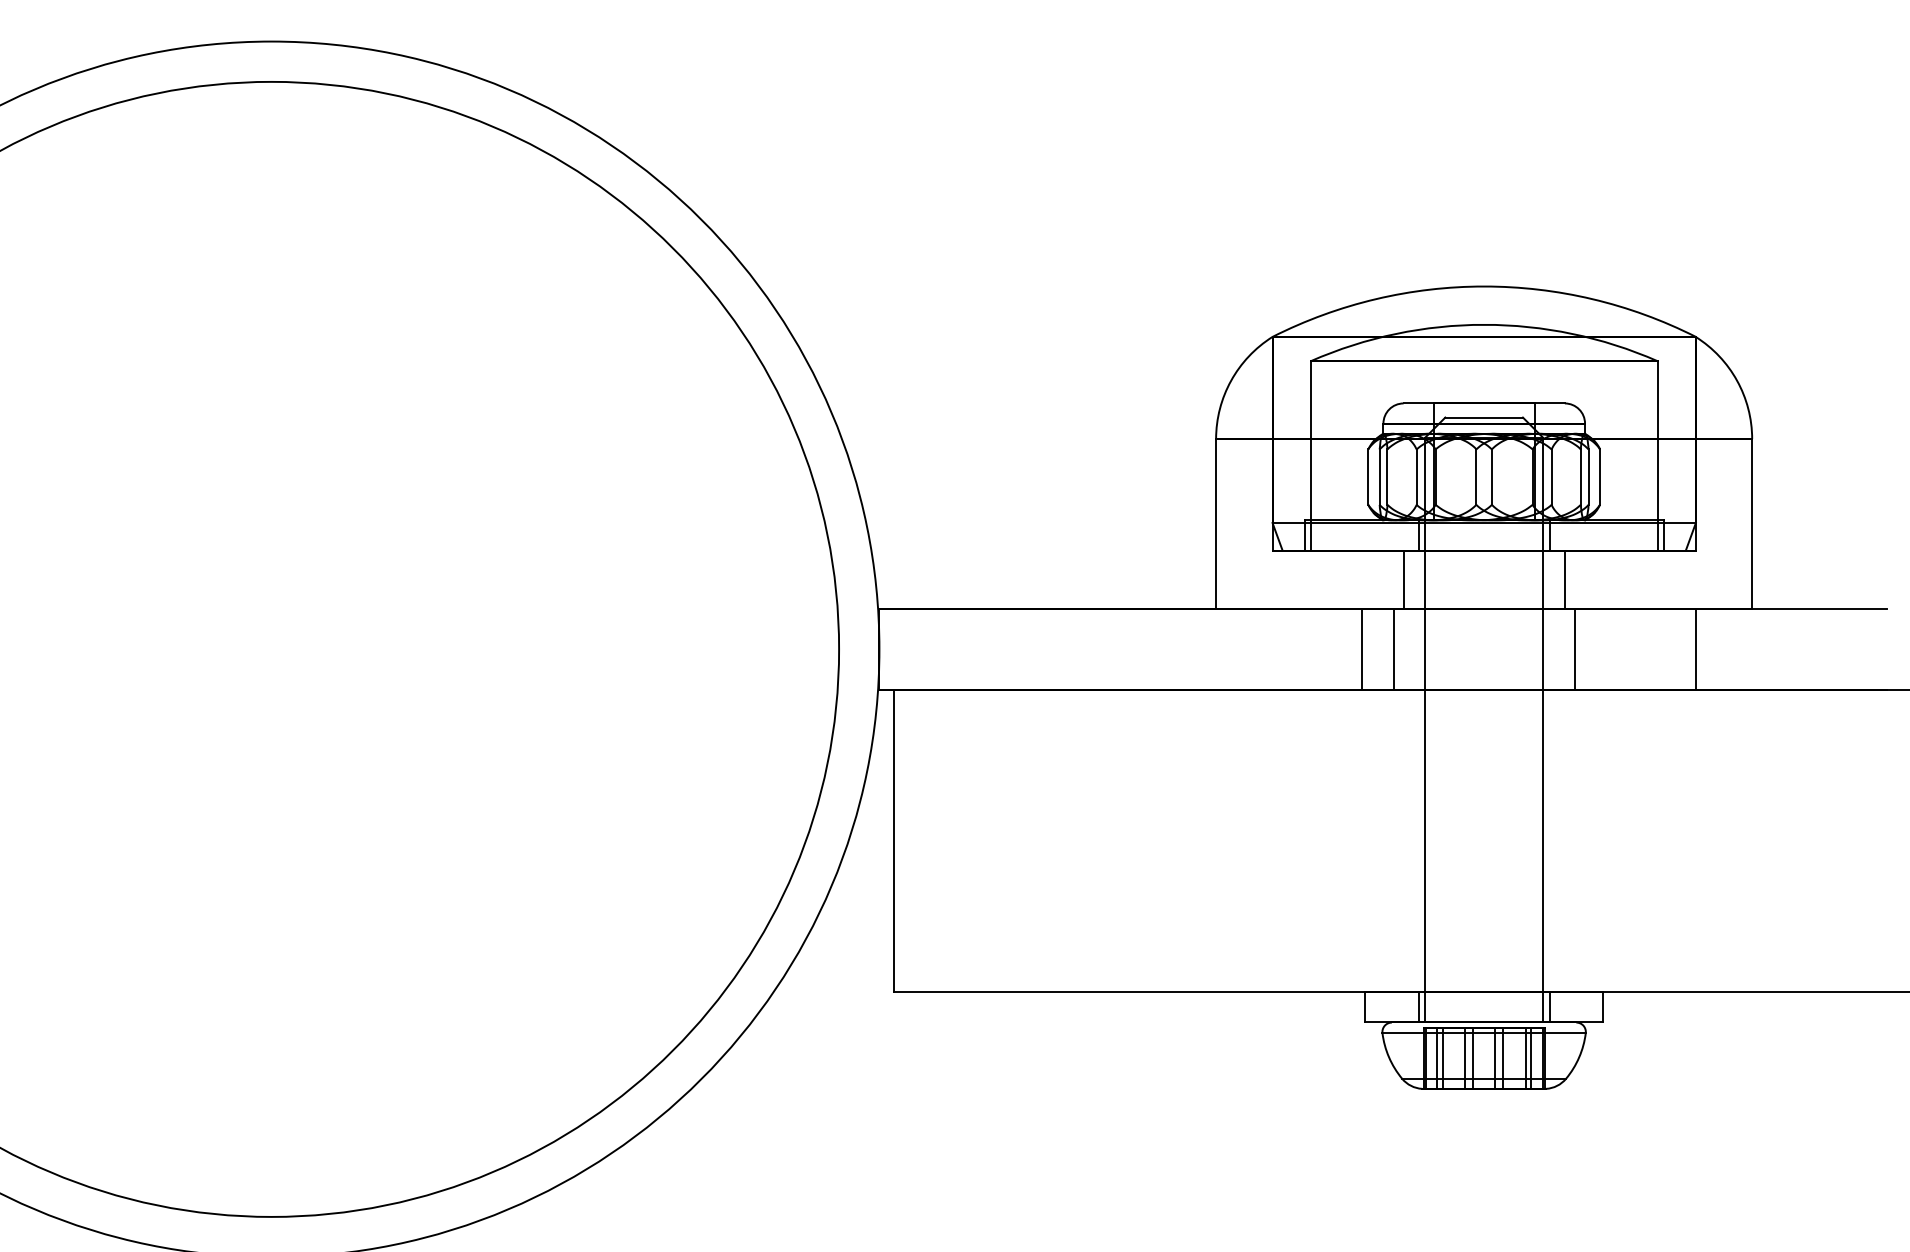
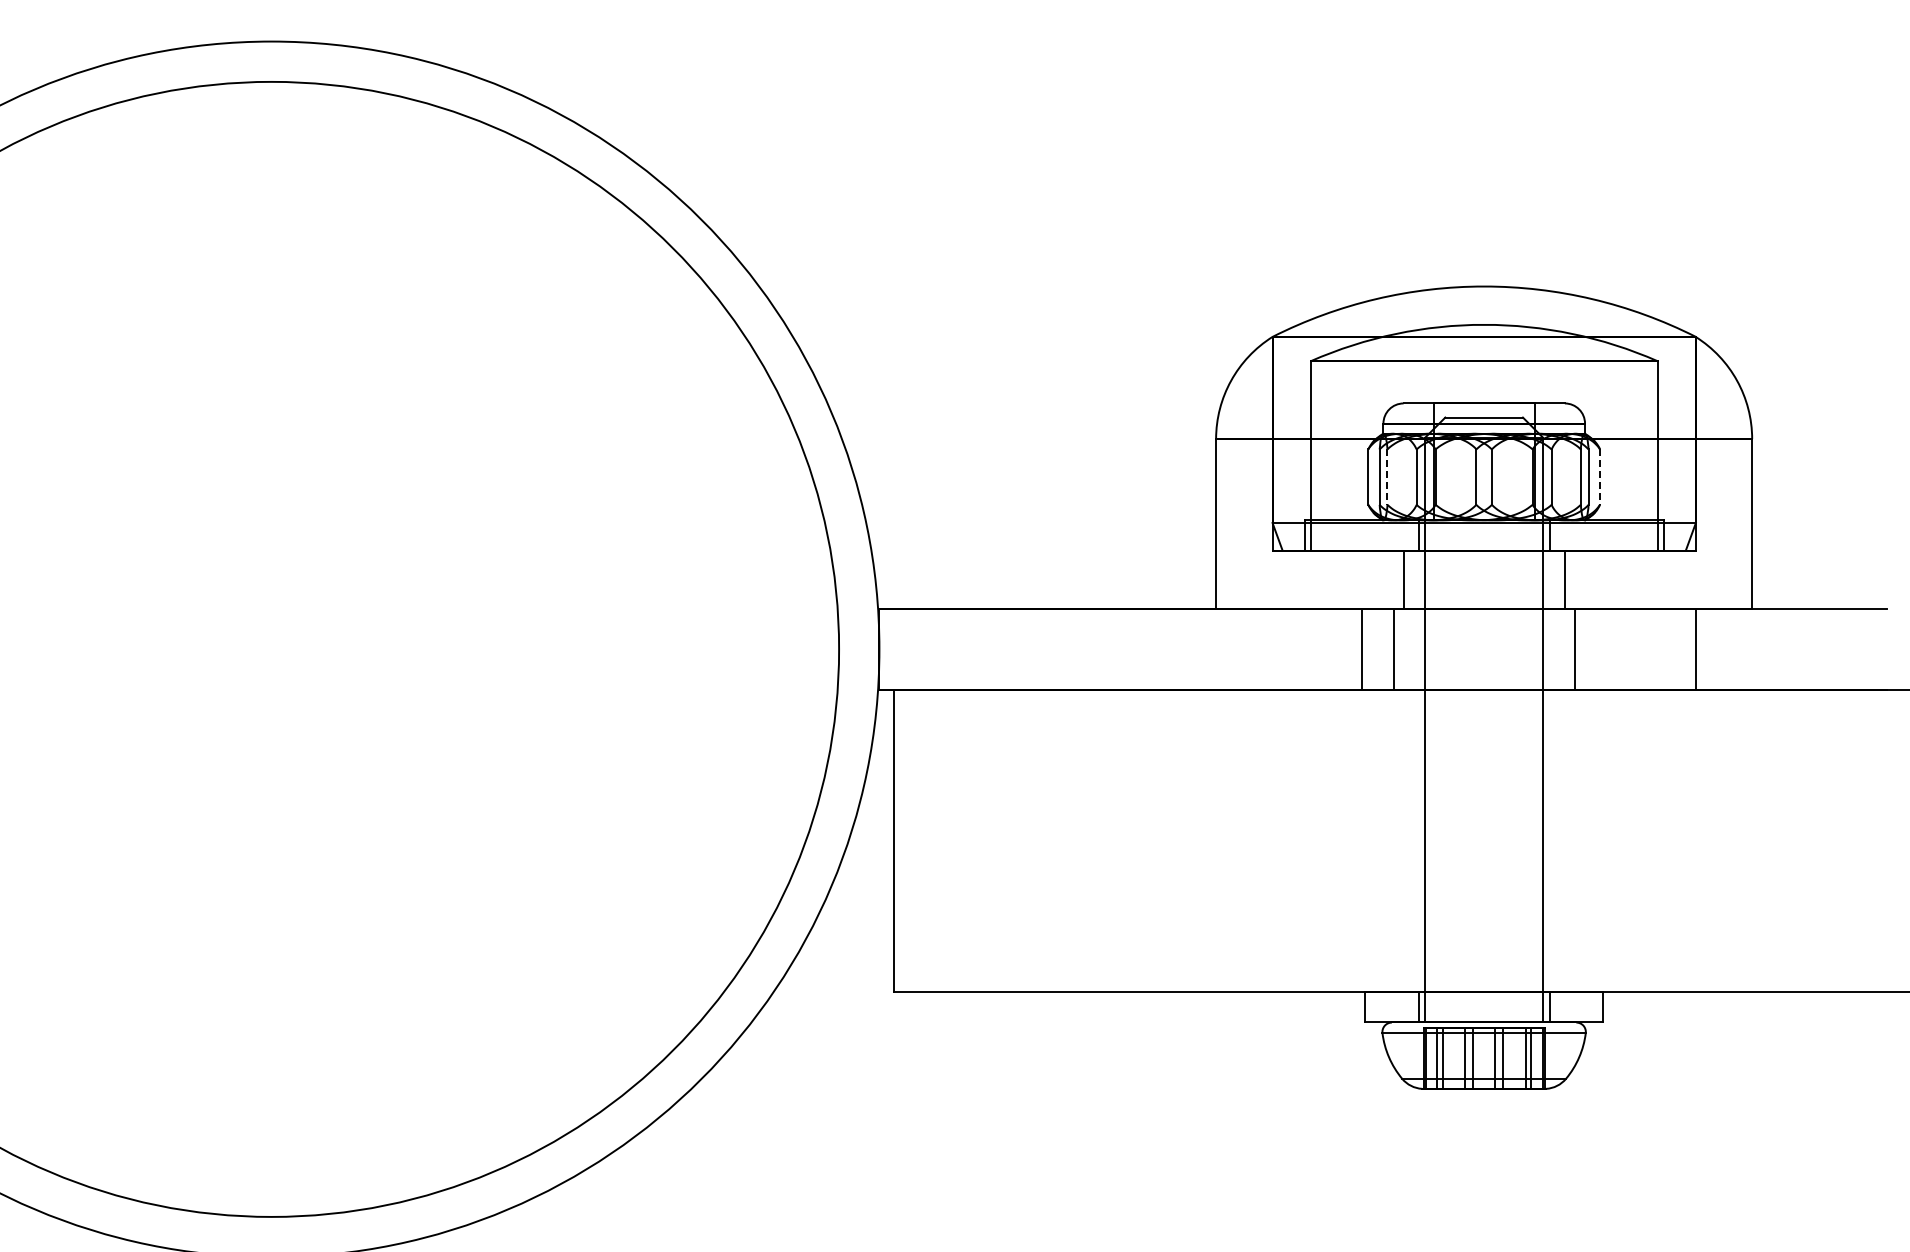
line at (1387, 477): solid -> dashed
line at (1599, 477): solid -> dashed
